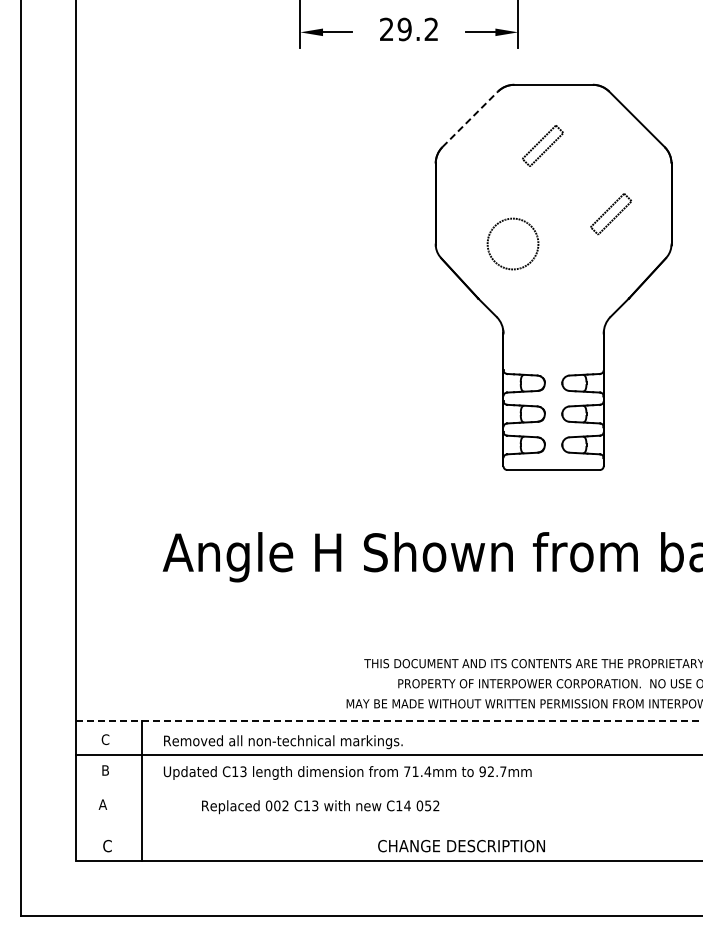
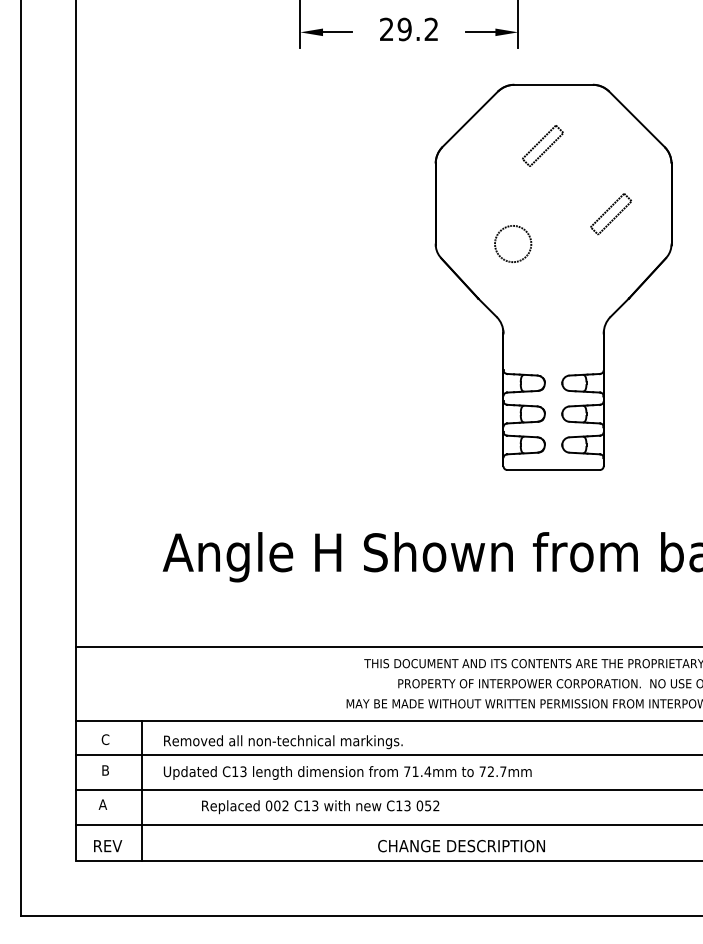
line at (470, 118): dashed -> solid
circle at (512, 243) size: 54x54 px -> 39x38 px
line at (387, 646): none -> present
line at (389, 720): dashed -> solid
text at (482, 771): 92.7mm -> 72.7mm
line at (387, 790): none -> present
text at (407, 805): C14 -> C13
line at (387, 824): none -> present
text at (108, 845): C -> REV
